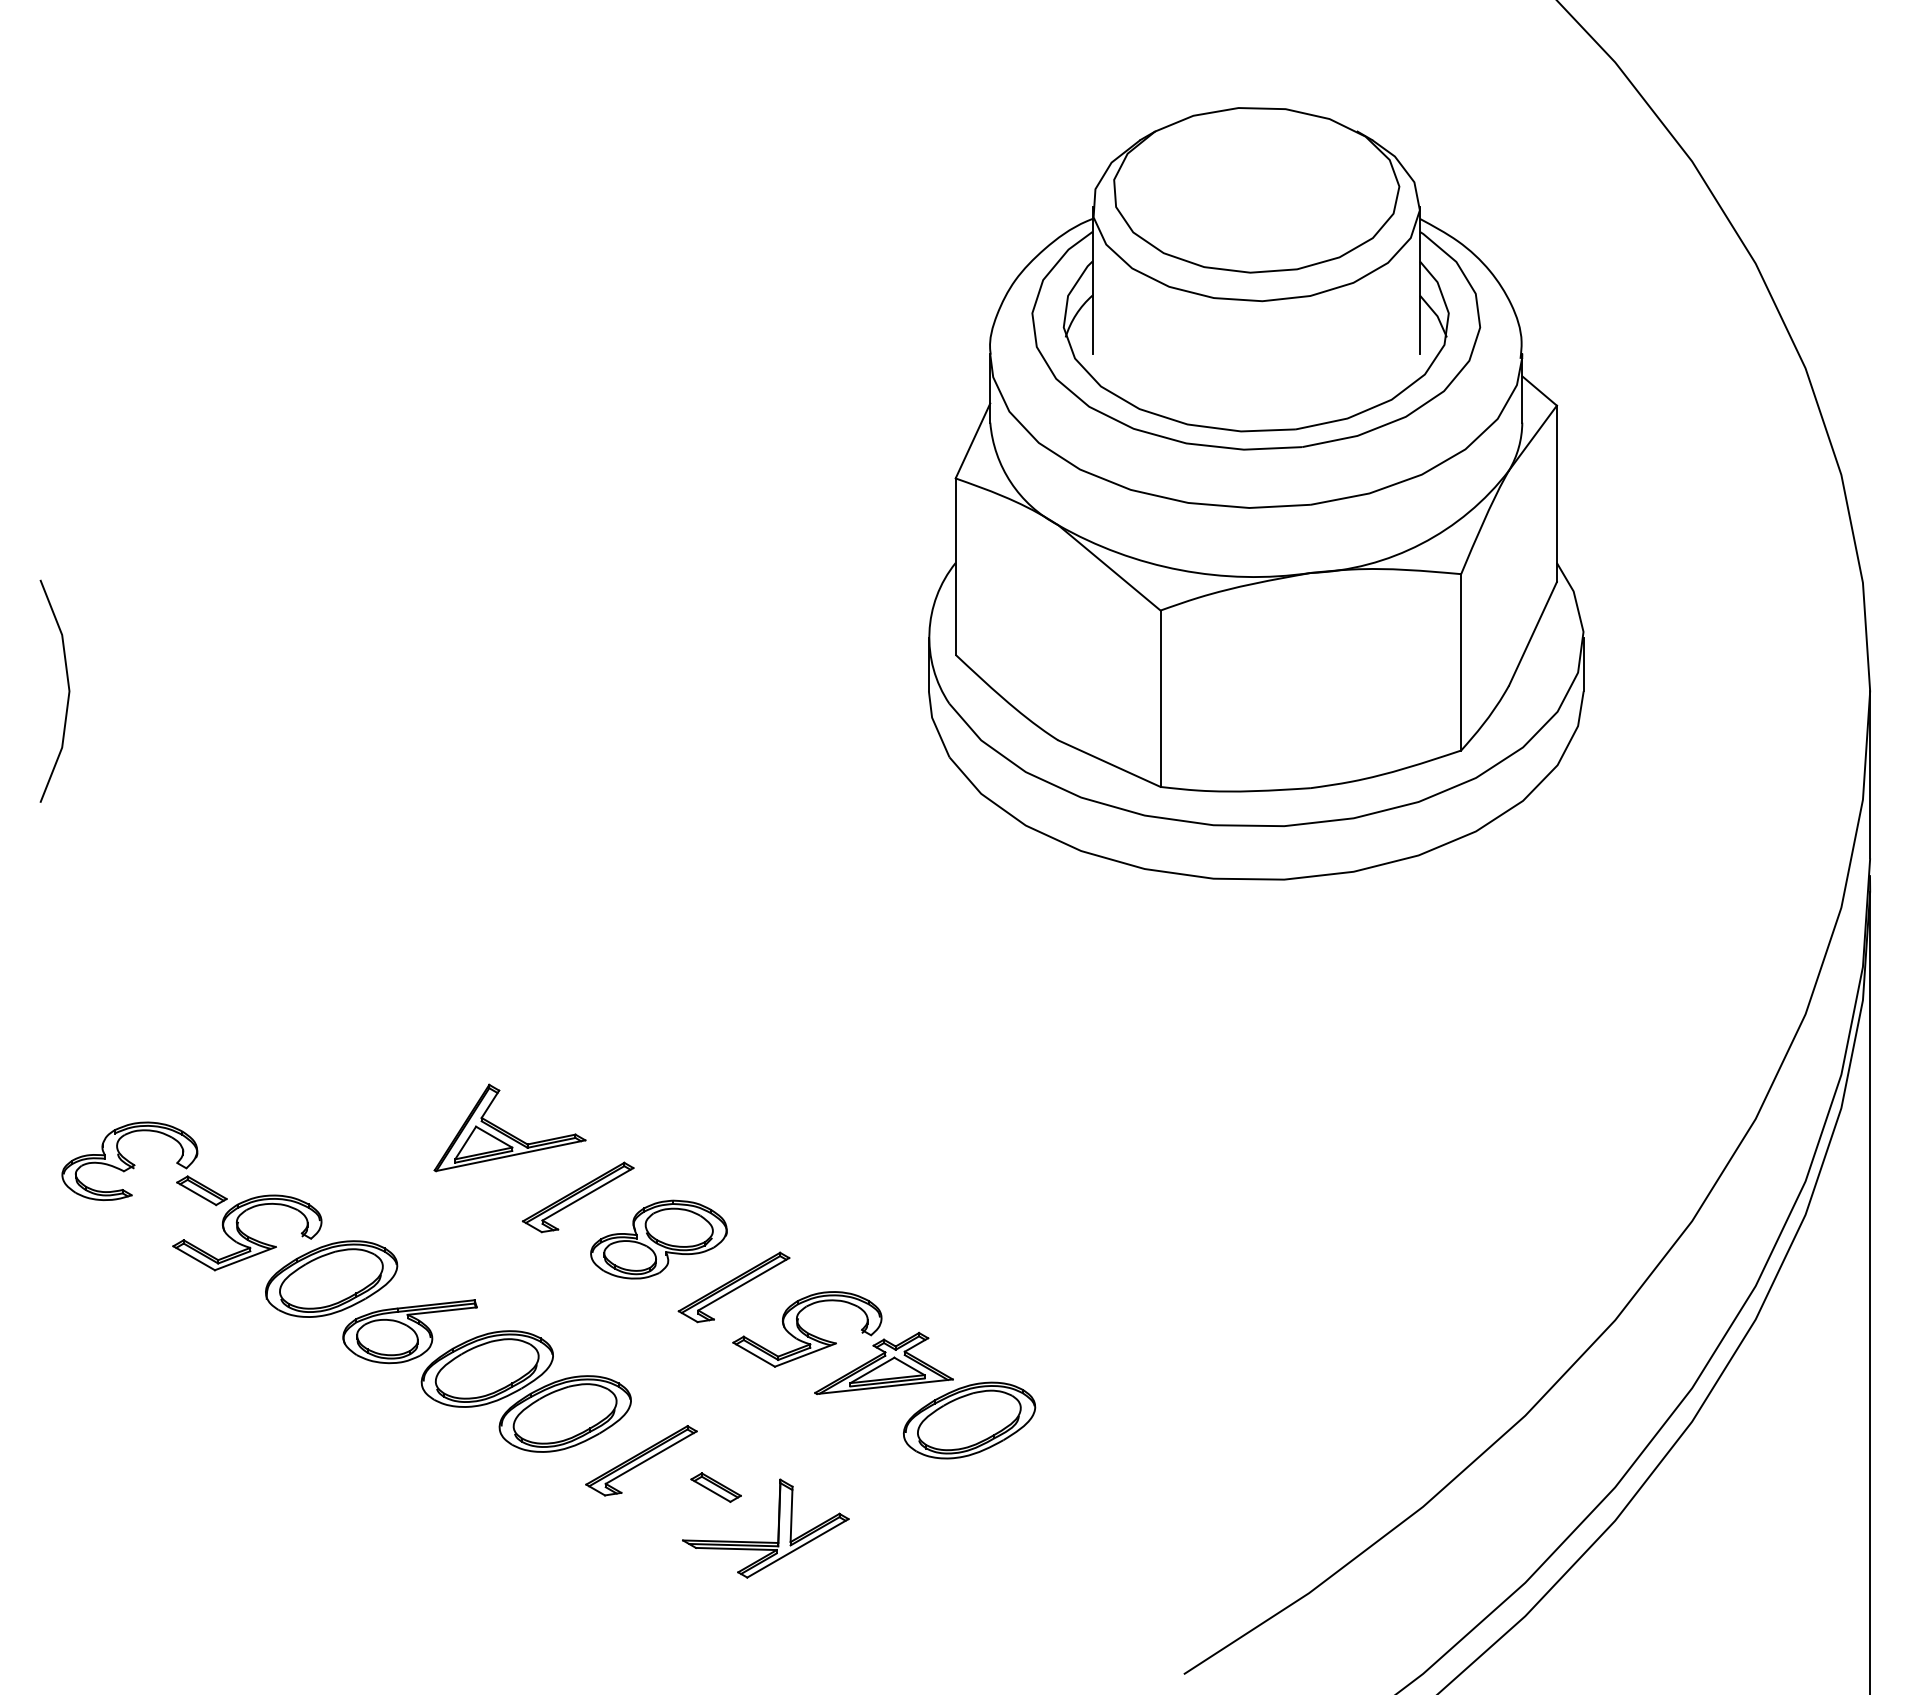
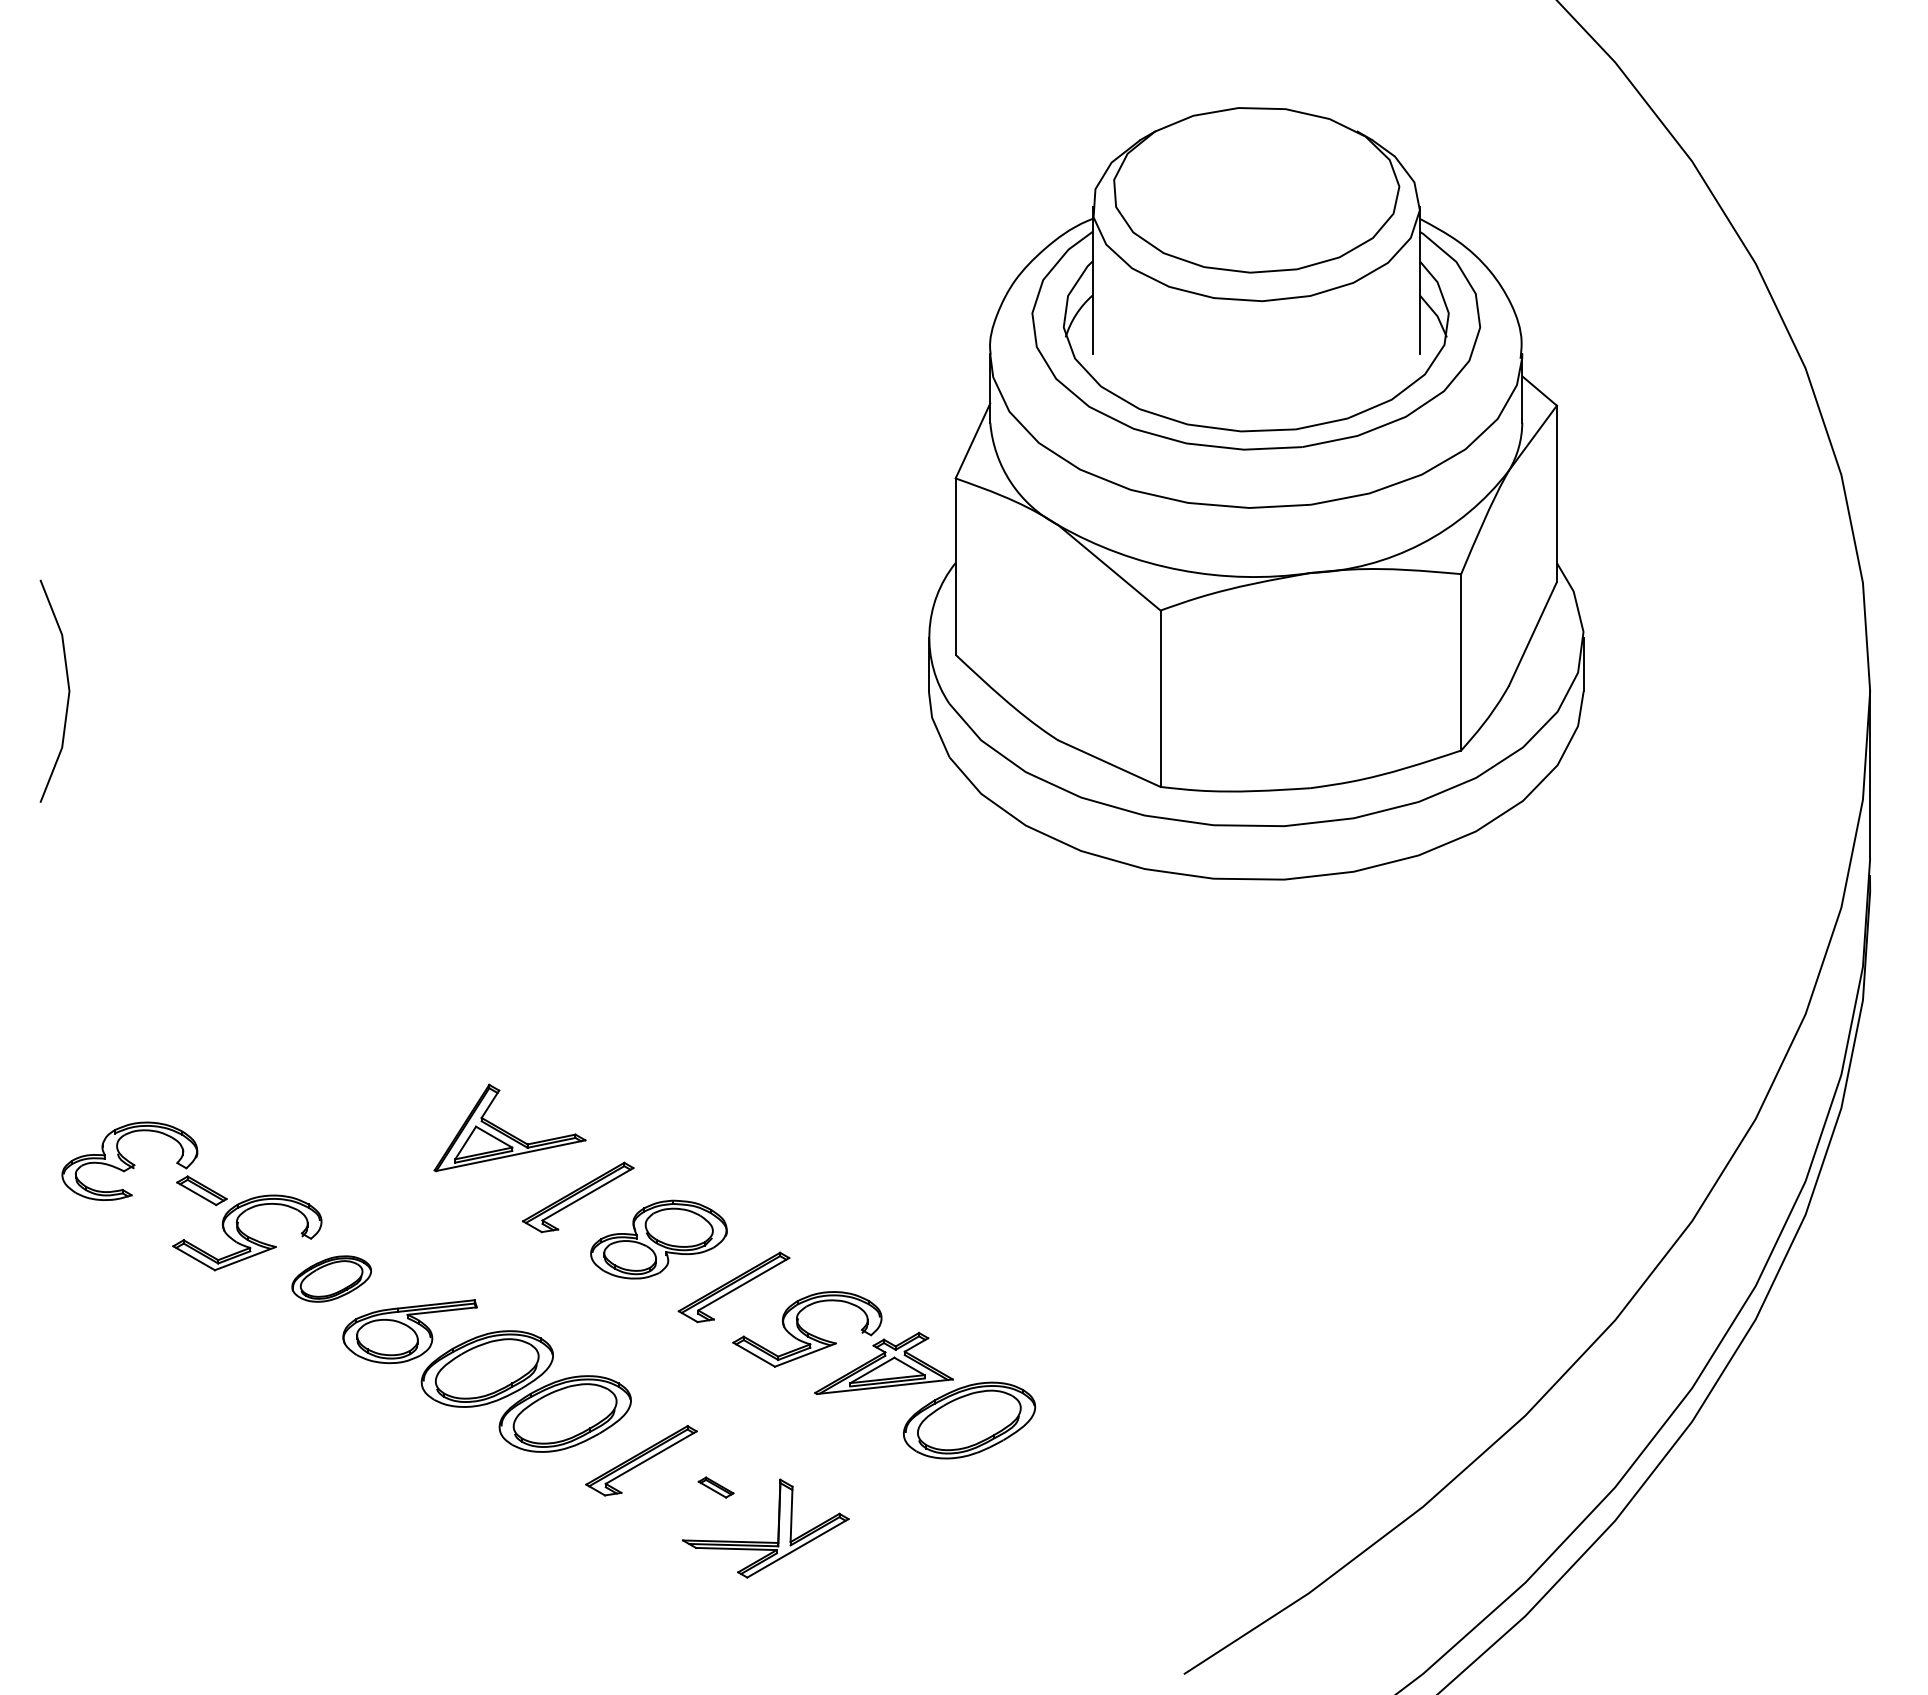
part at (331, 1278) size: 134x78 px -> 82x48 px
line at (1870, 1291): present -> none
part at (715, 1487) size: 52x31 px -> 38x23 px
